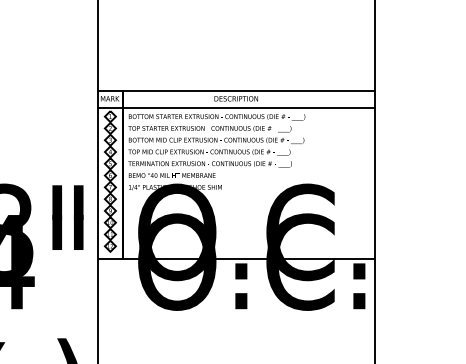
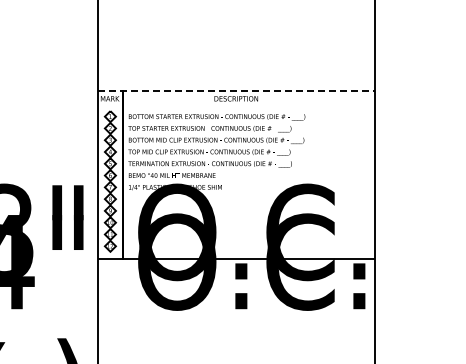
line at (236, 91): solid -> dashed
line at (235, 107): present -> none
